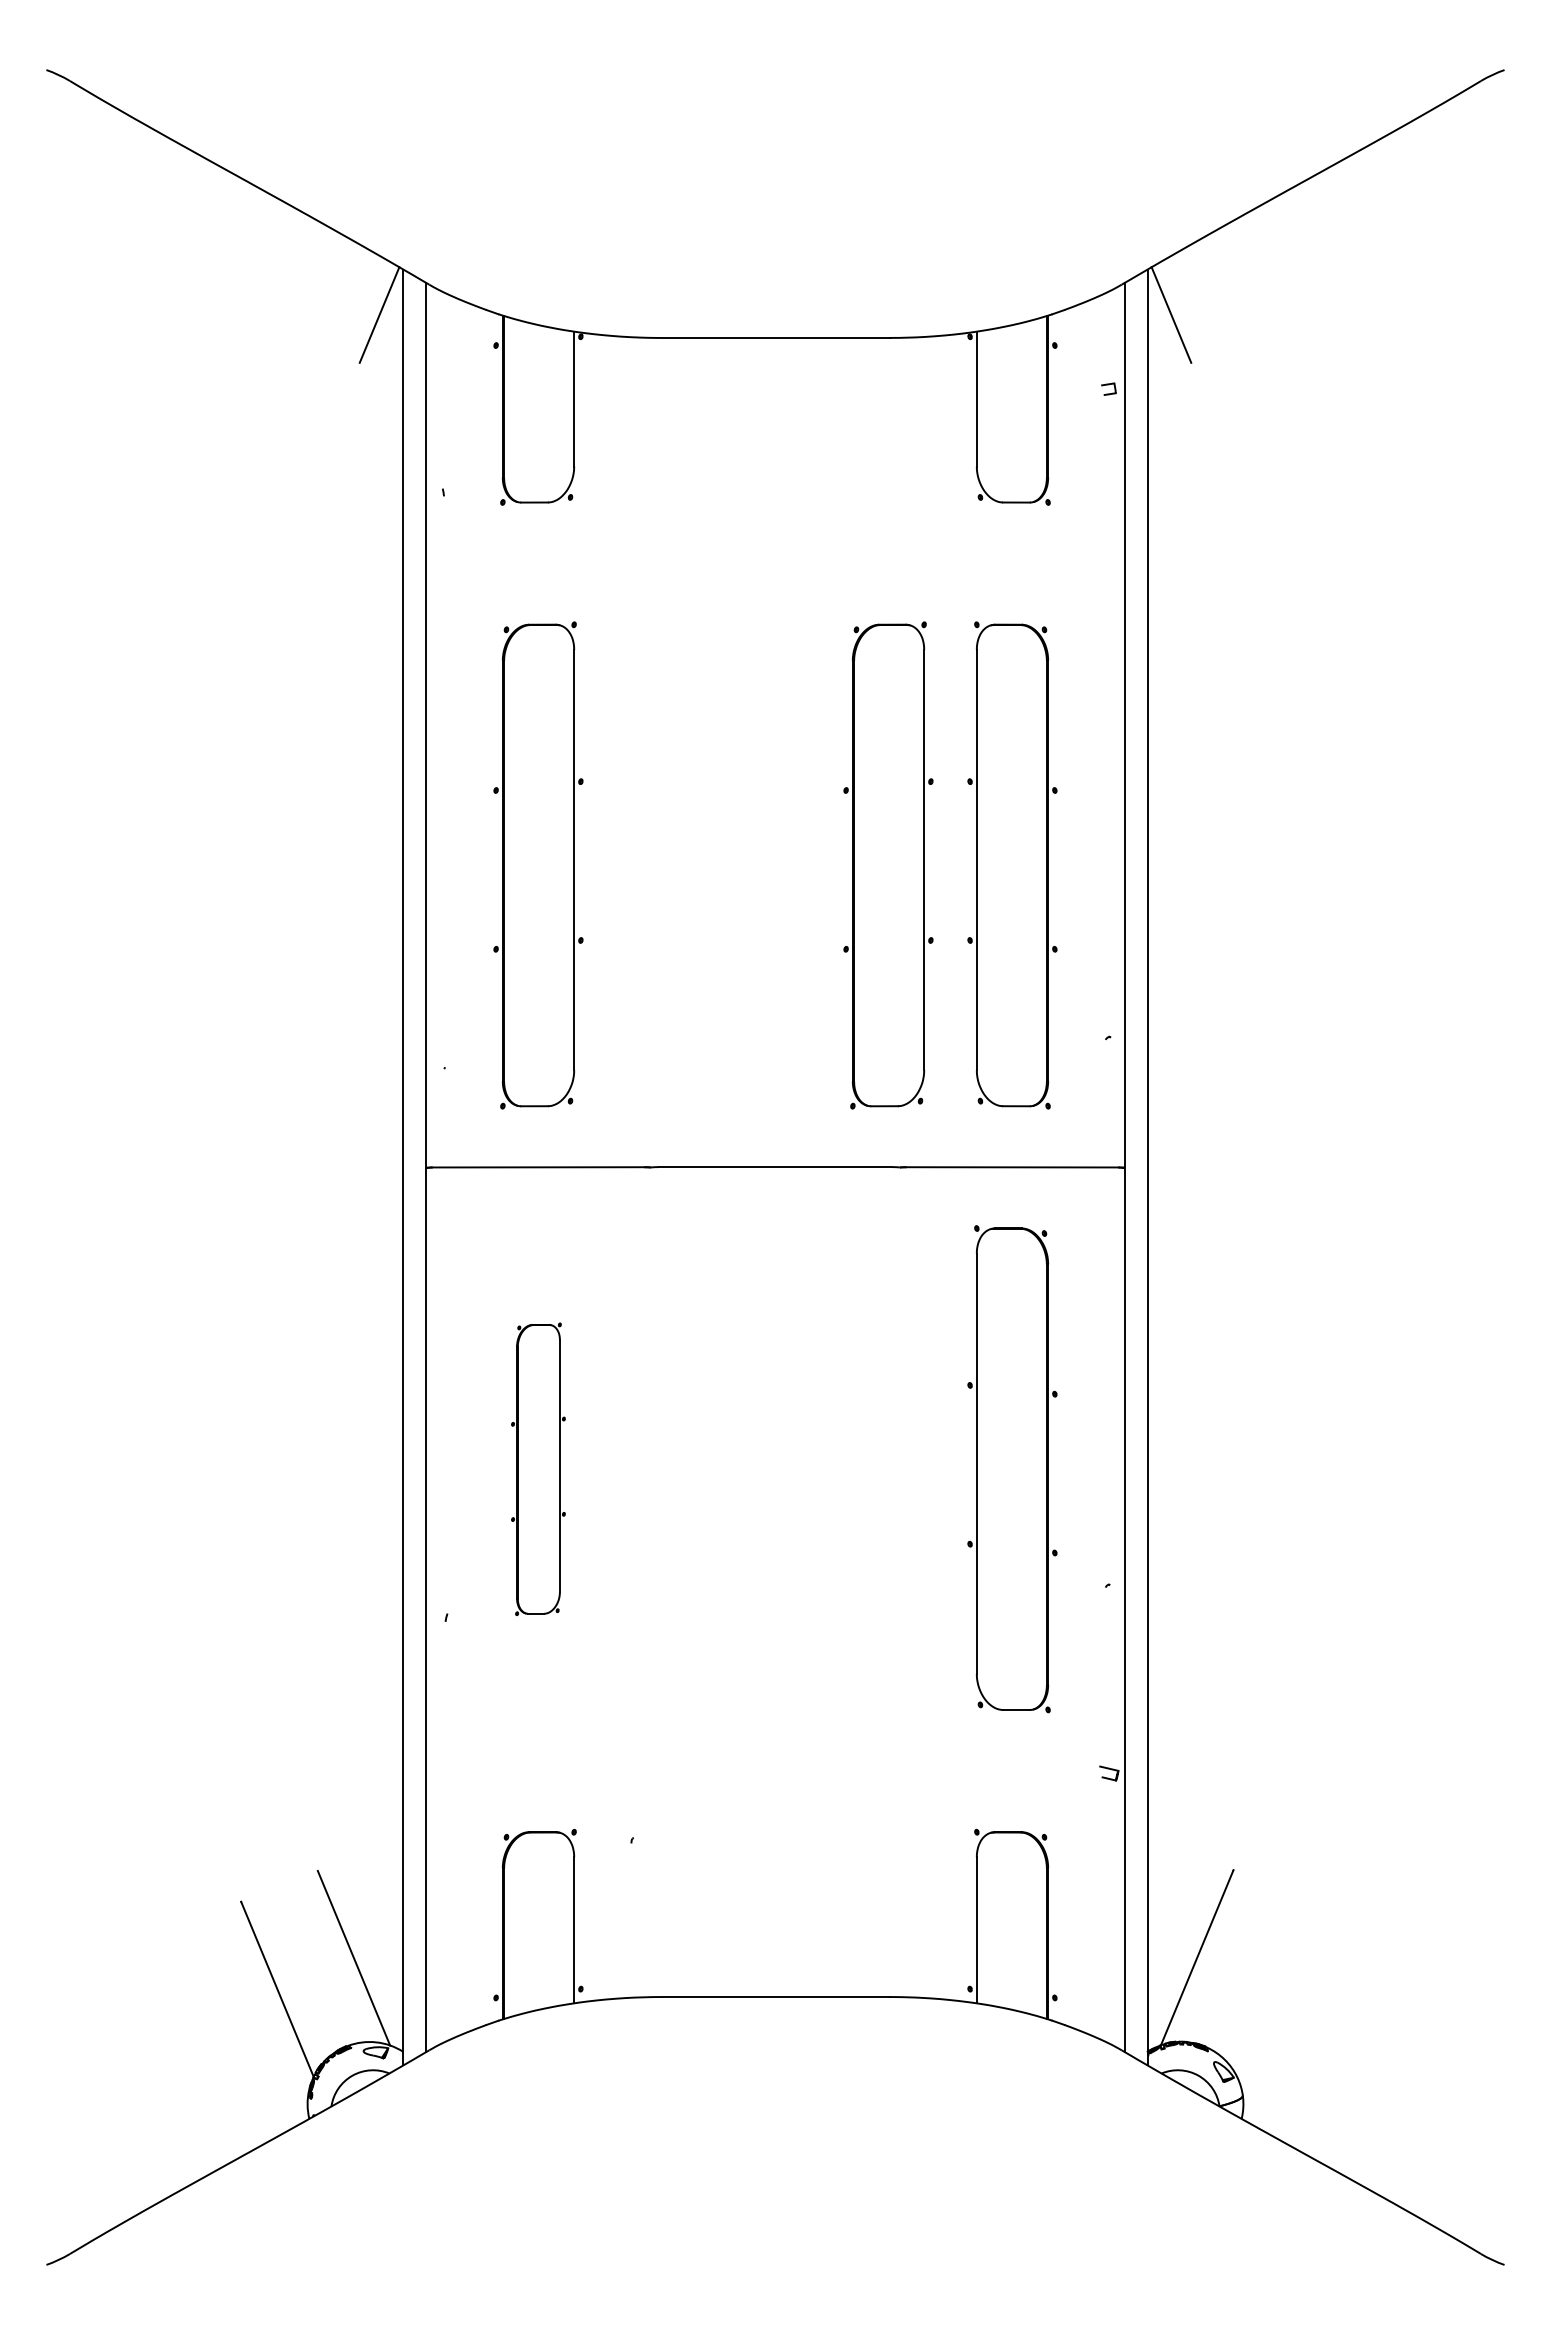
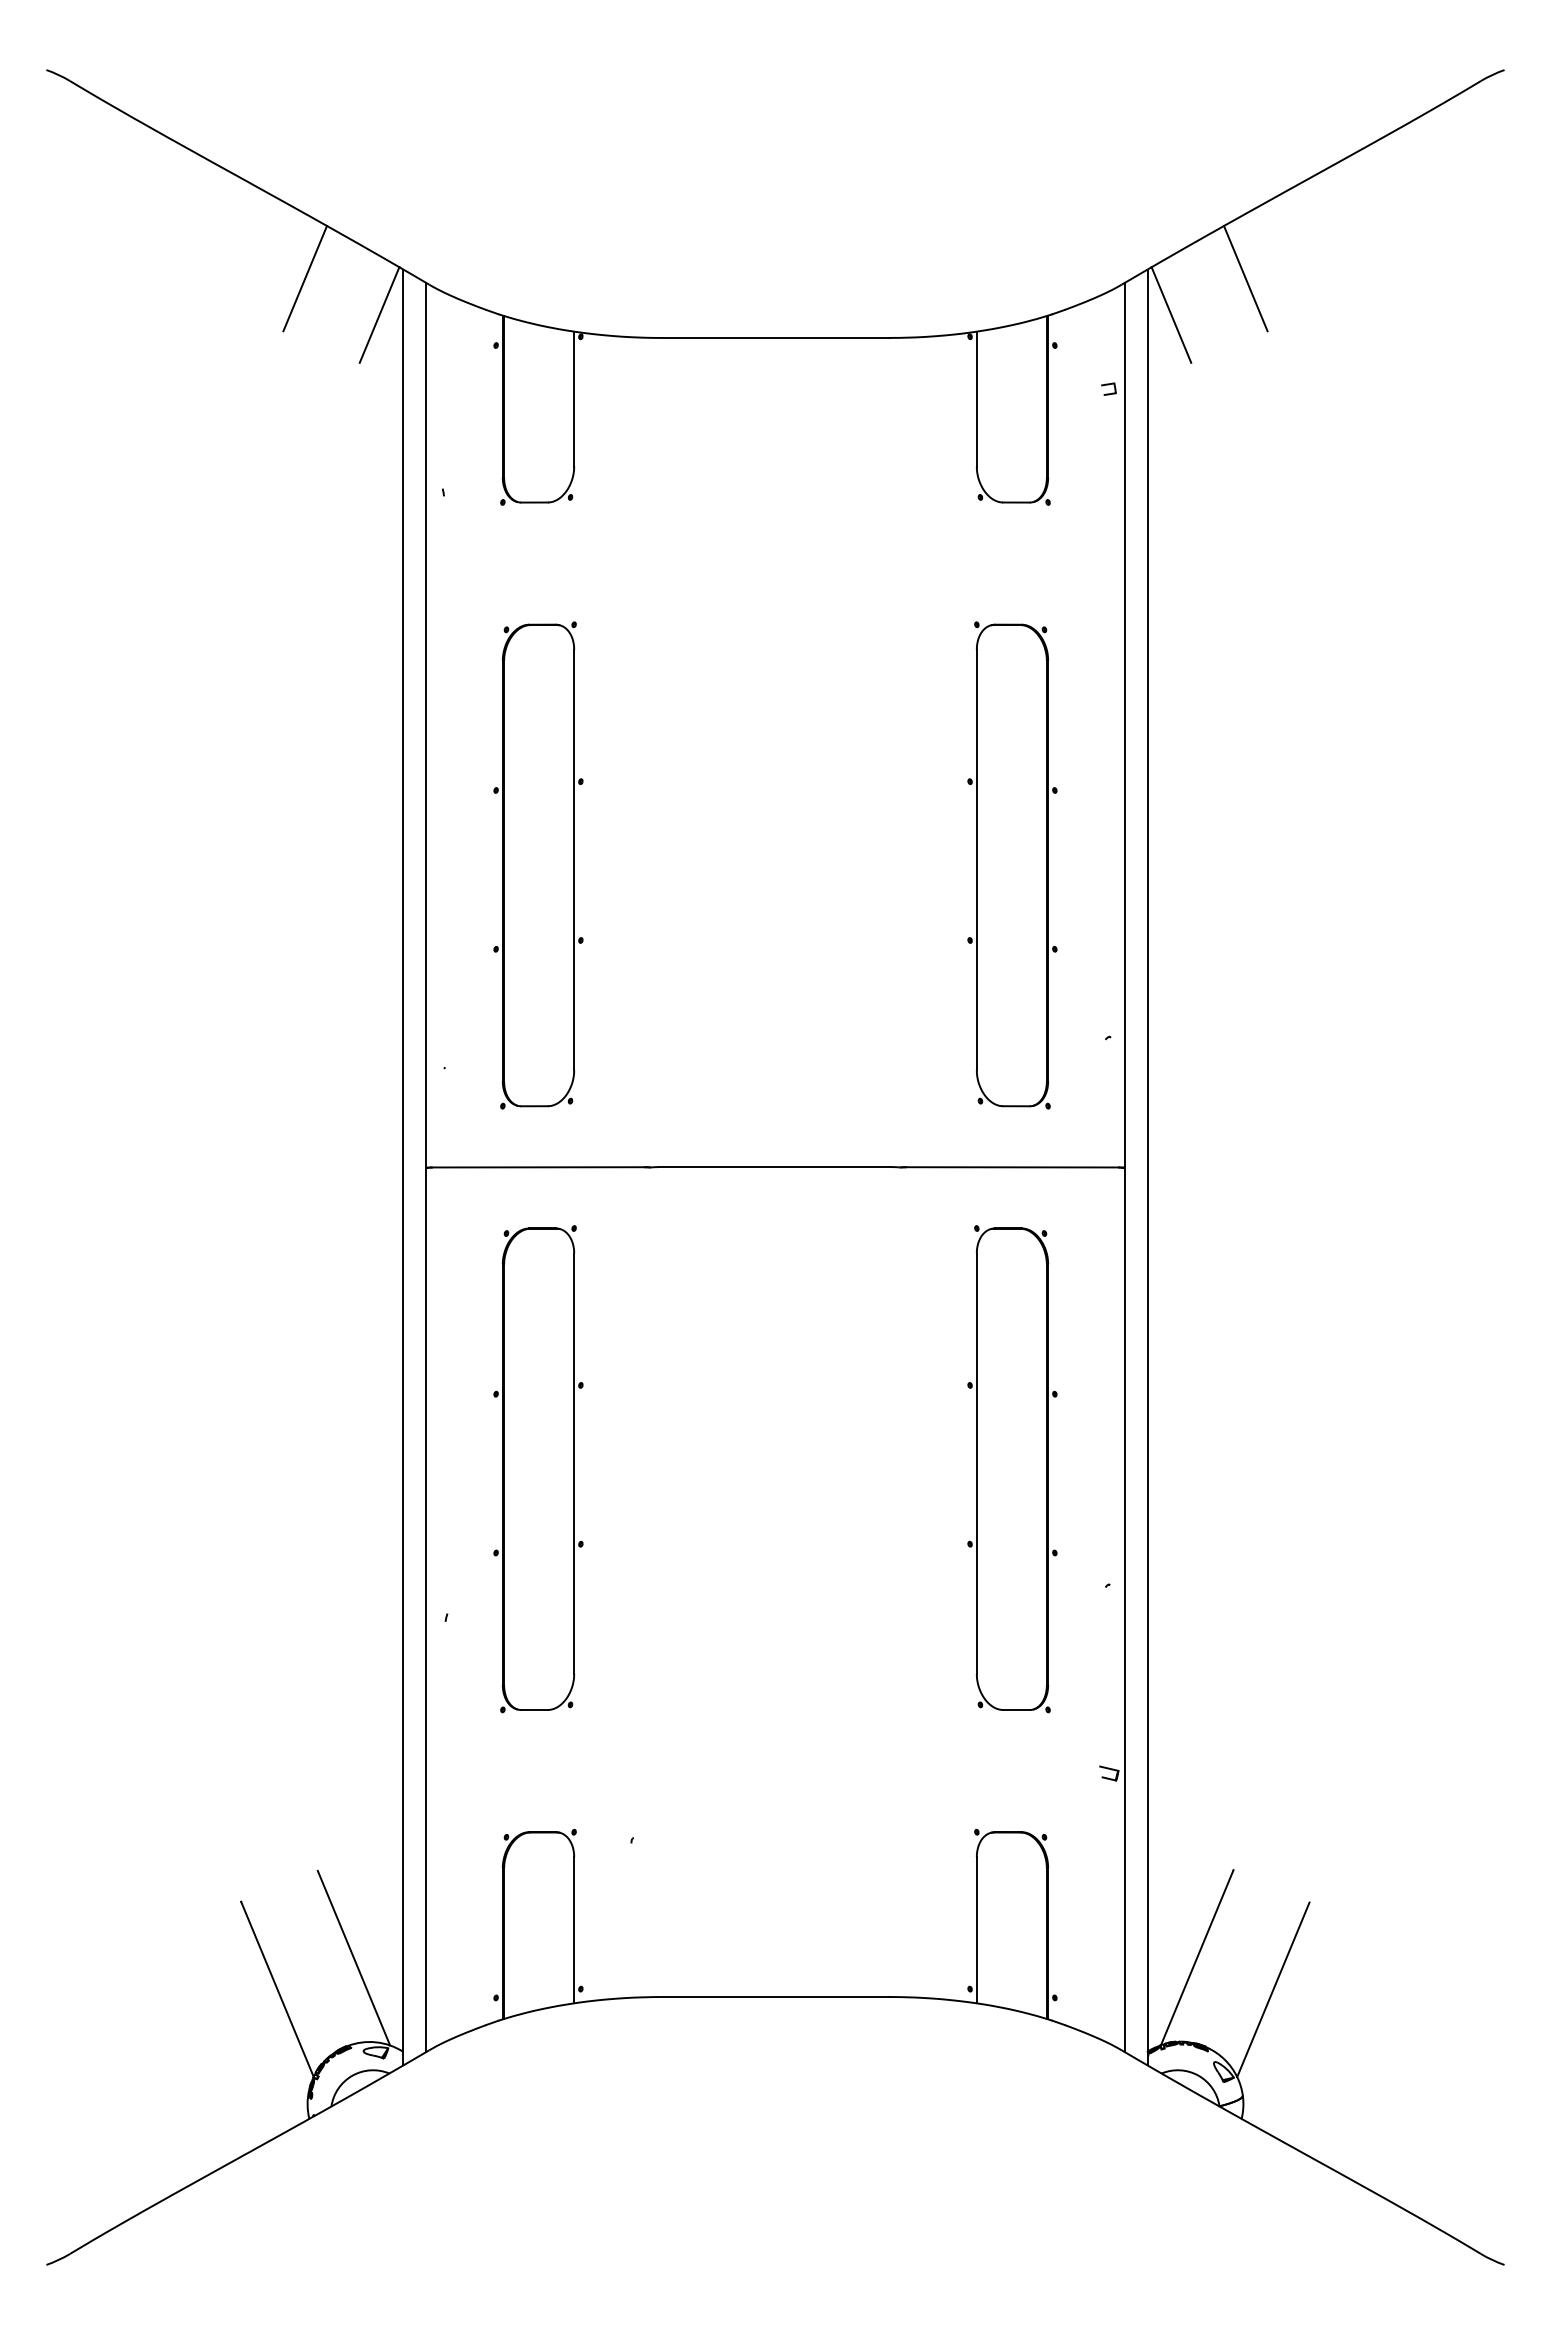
line at (305, 278): none -> present
line at (1245, 278): none -> present
part at (888, 865): present -> none
part at (538, 1468) size: 55x294 px -> 91x489 px
line at (1273, 1989): none -> present
